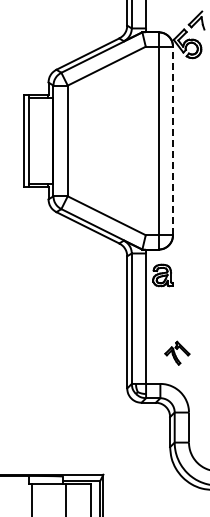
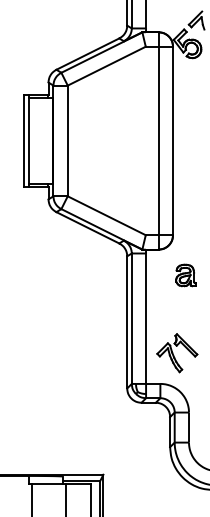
line at (173, 140): dashed -> solid
part at (162, 275) position: (162, 275) -> (185, 275)
part at (177, 352) size: 27x26 px -> 43x41 px
